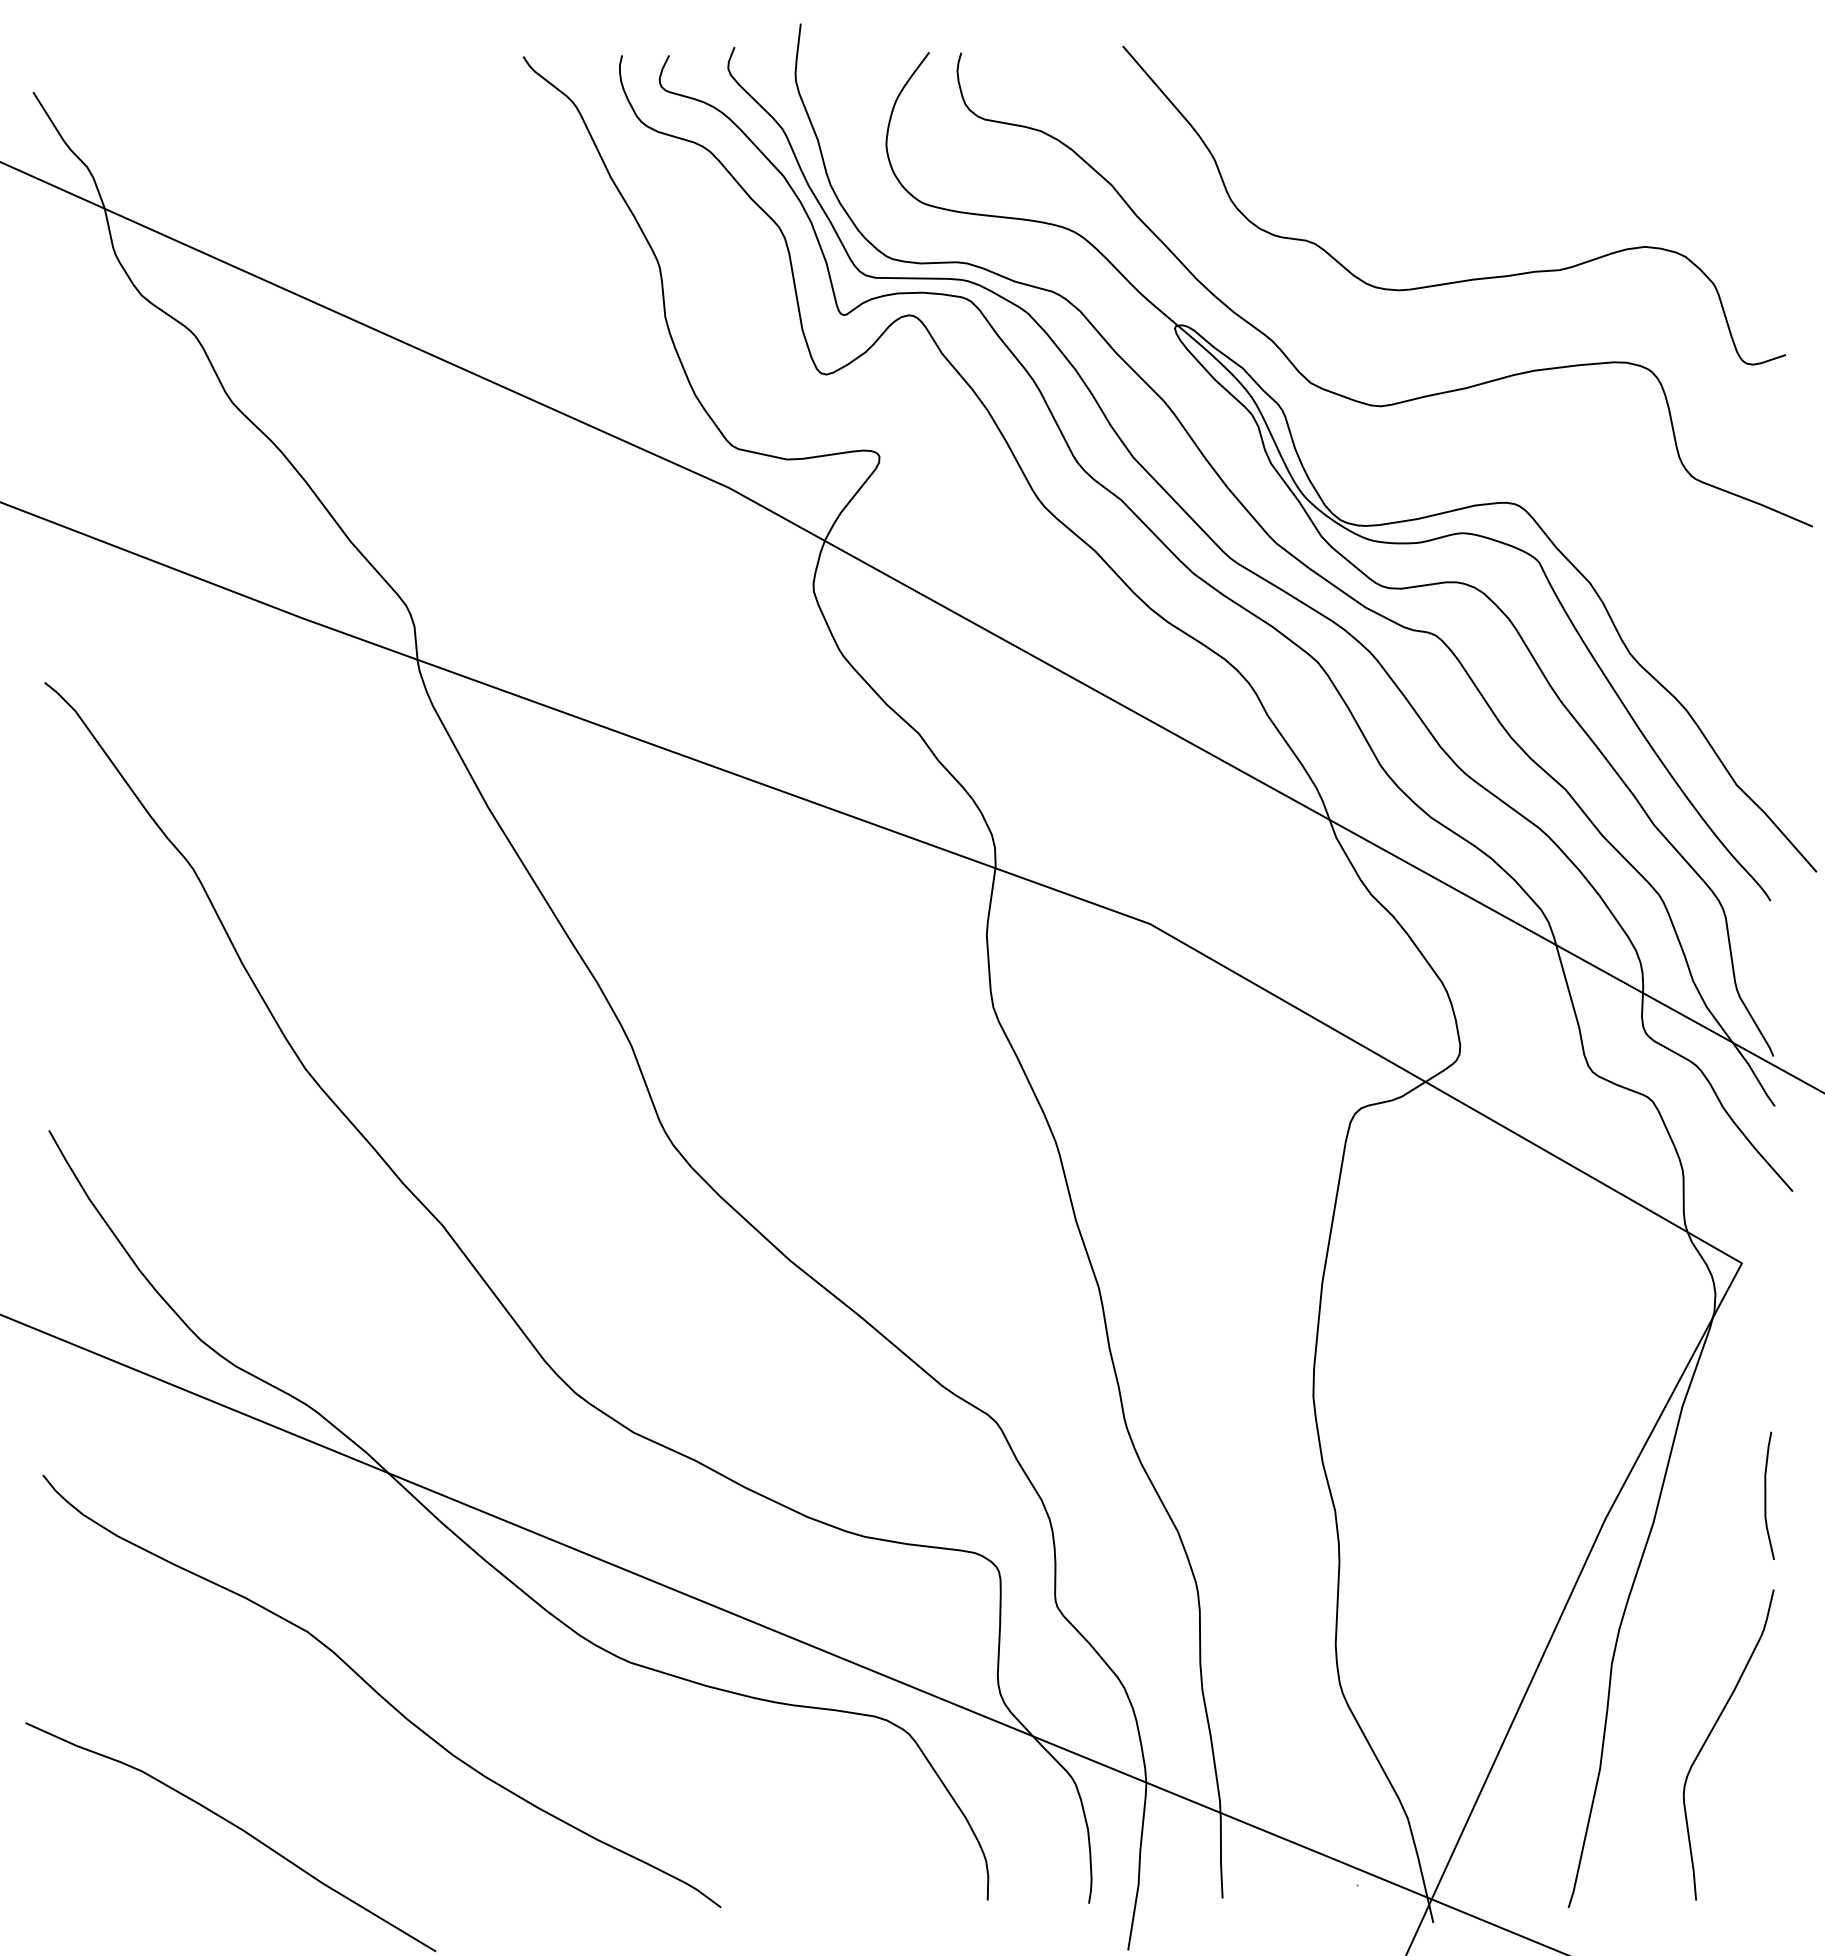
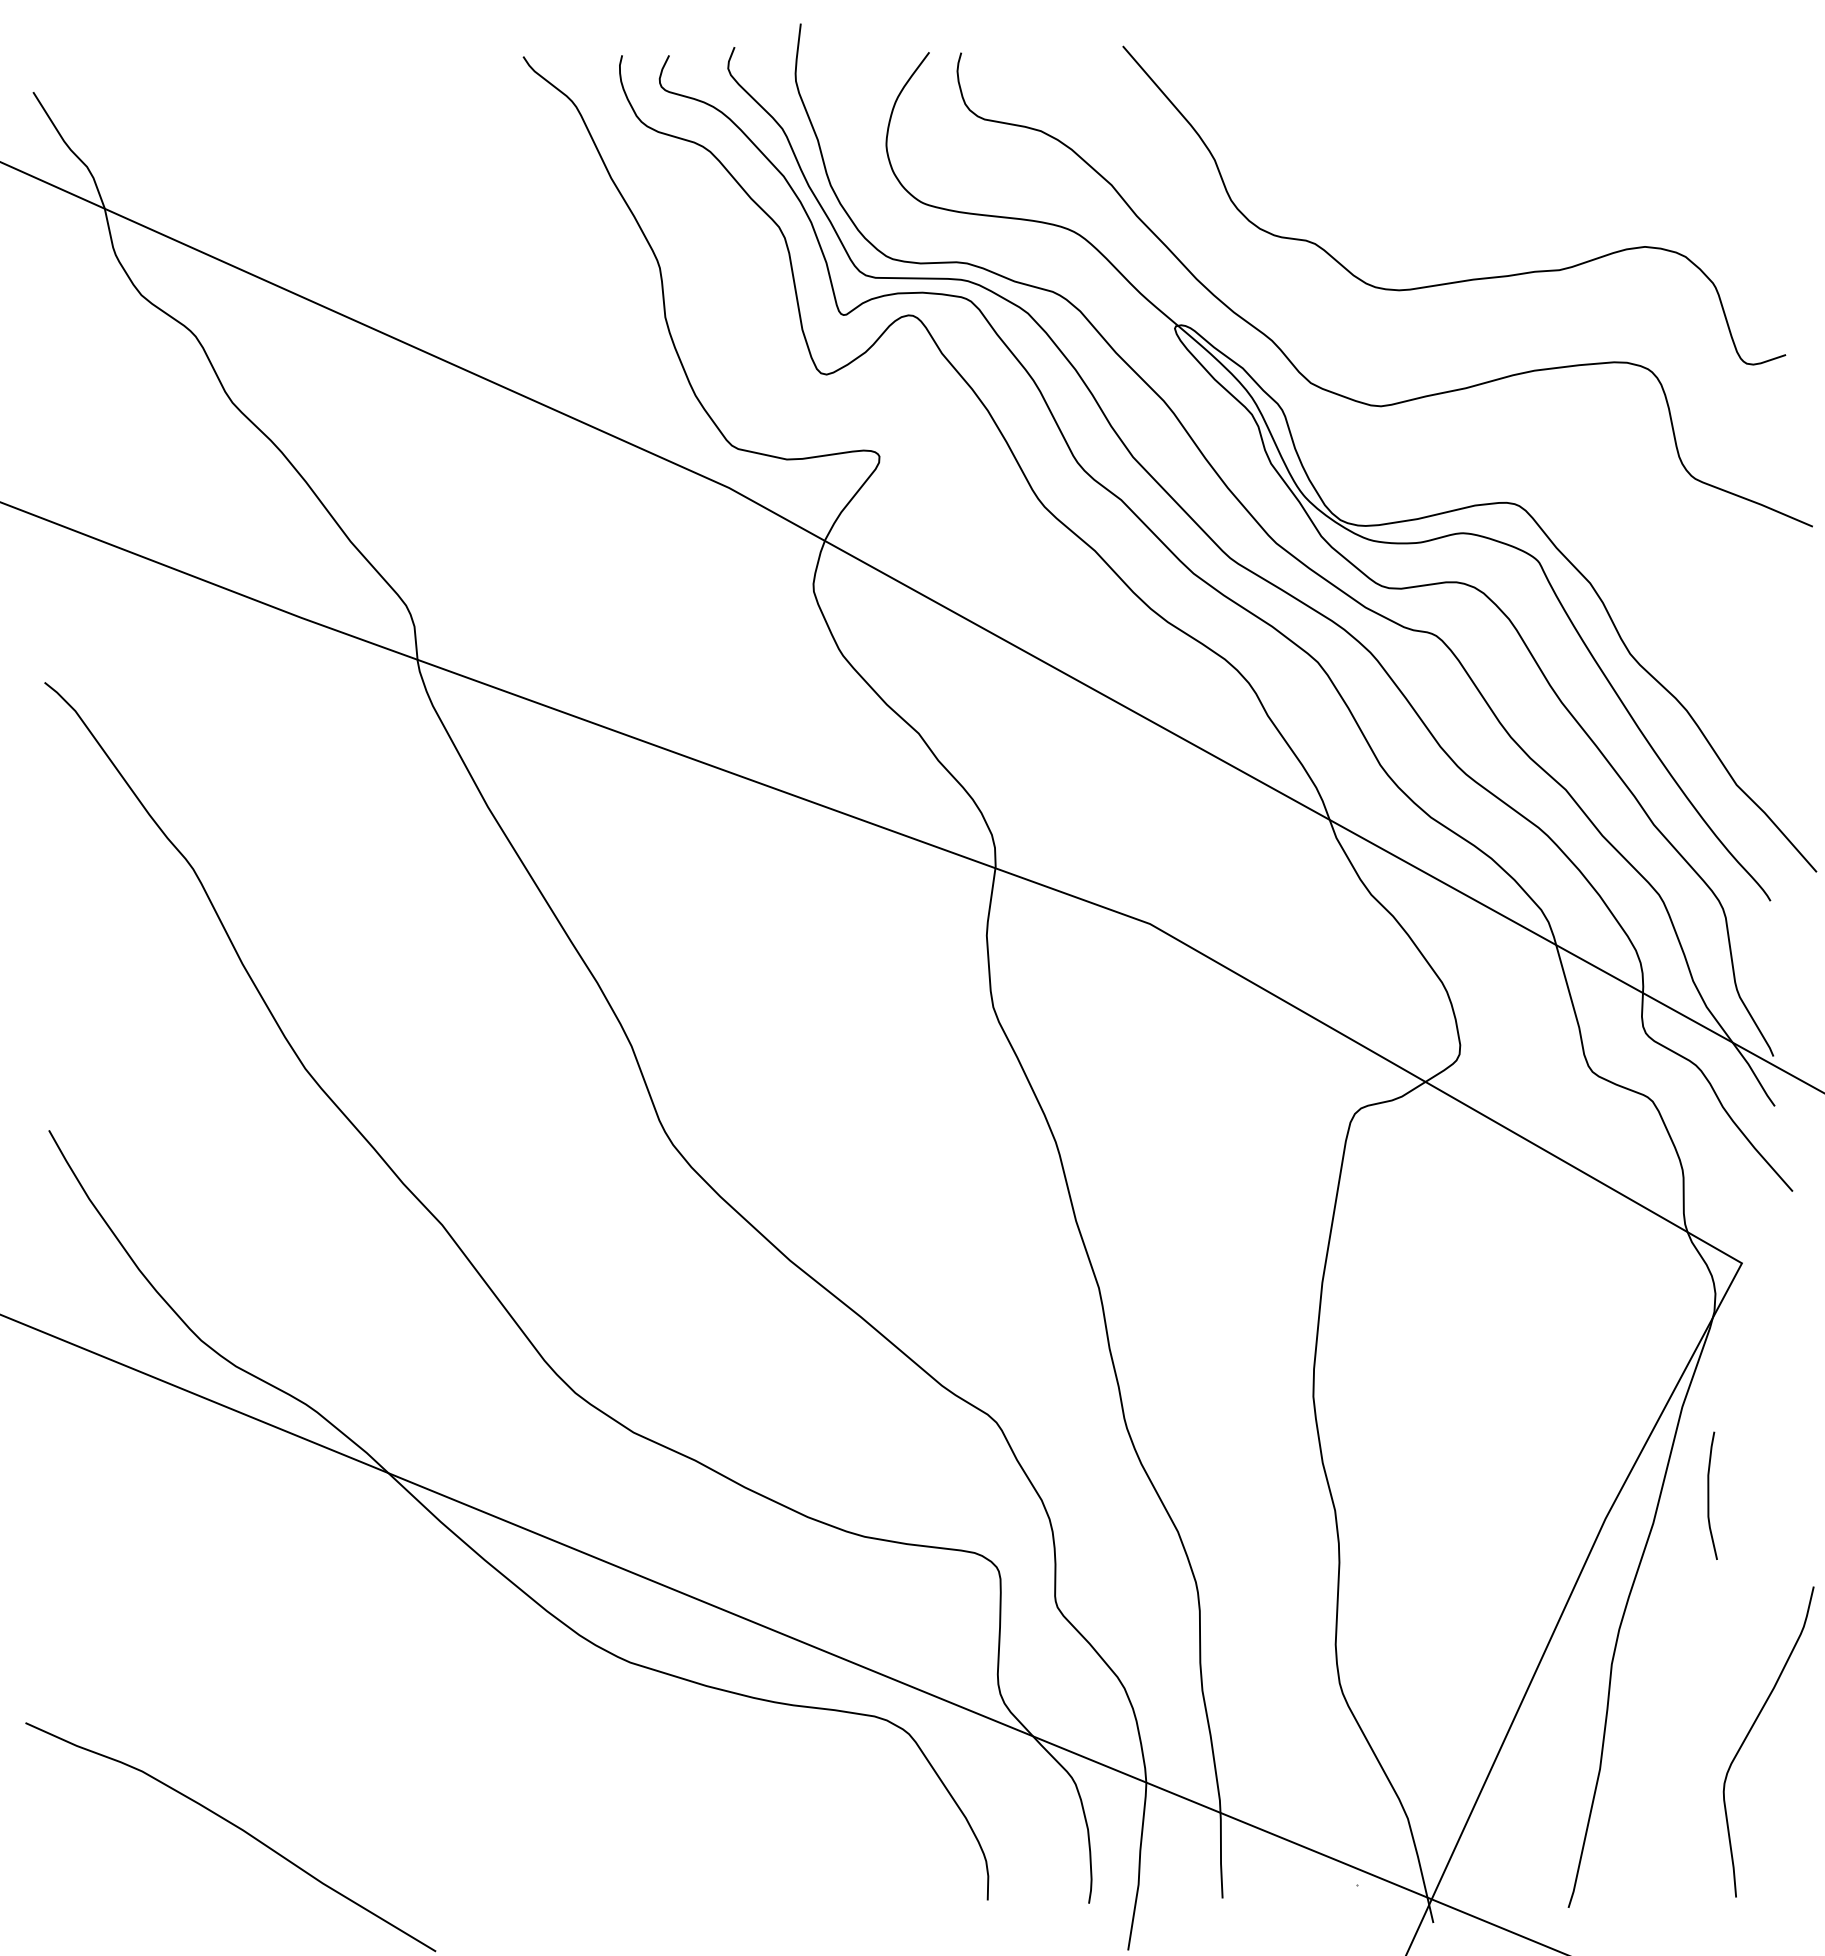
curve at (1766, 1495) position: (1766, 1495) -> (1709, 1495)
curve at (378, 1692): present -> none
curve at (1711, 1733) position: (1711, 1733) -> (1751, 1730)
